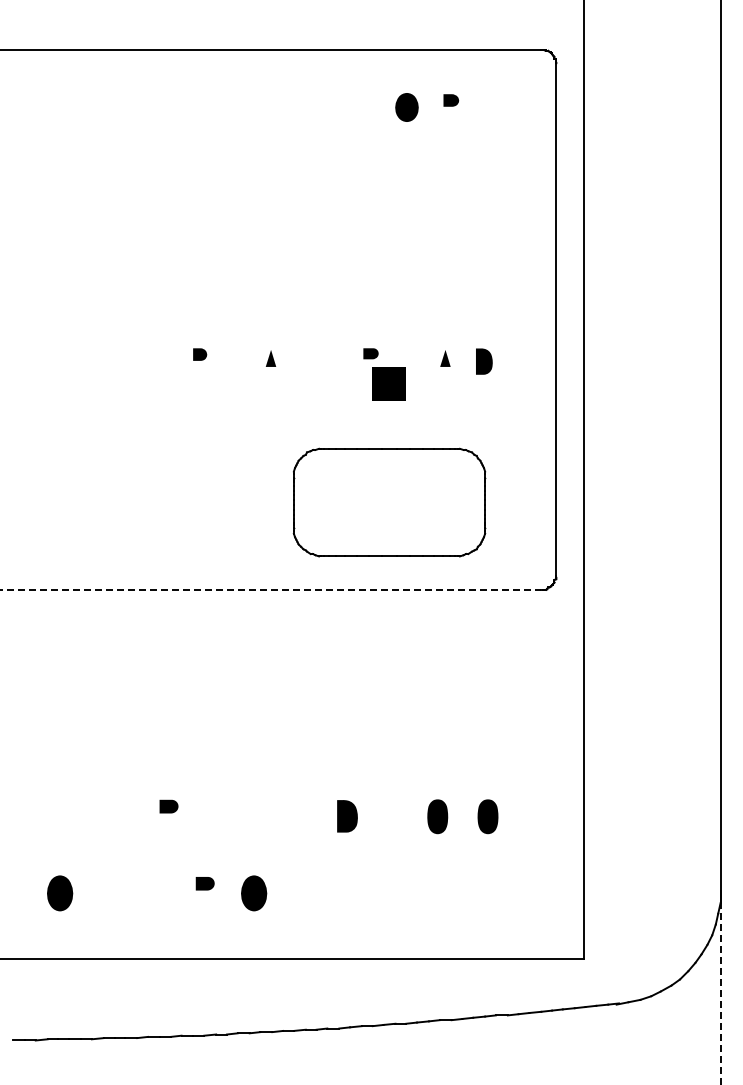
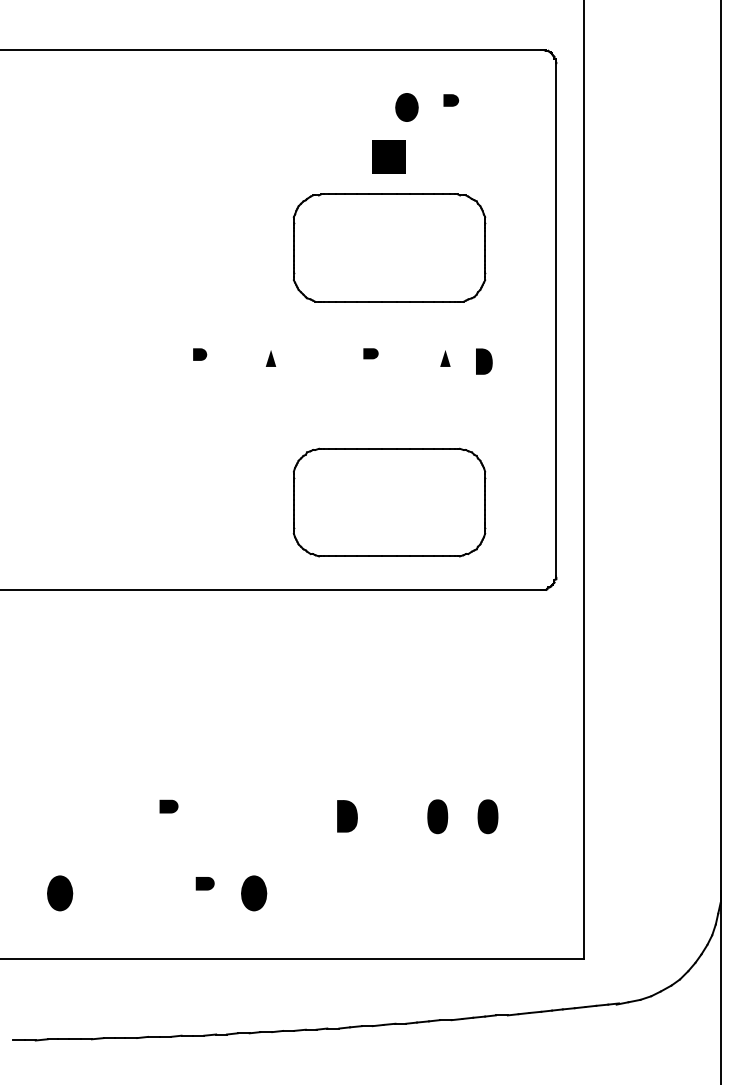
part at (389, 247): none -> present
part at (388, 383) position: (388, 383) -> (388, 156)
line at (271, 589): dashed -> solid
line at (720, 988): dashed -> solid
